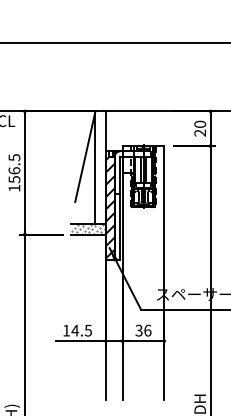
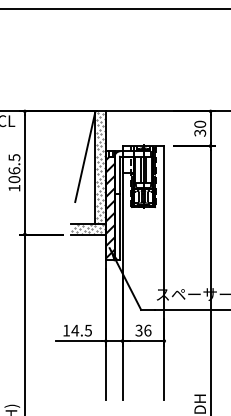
line at (114, 42) position: (114, 42) -> (114, 8)
text at (200, 132): 20 -> 30
hatch at (100, 167): none -> present
text at (14, 179): 156.5 -> 106.5
